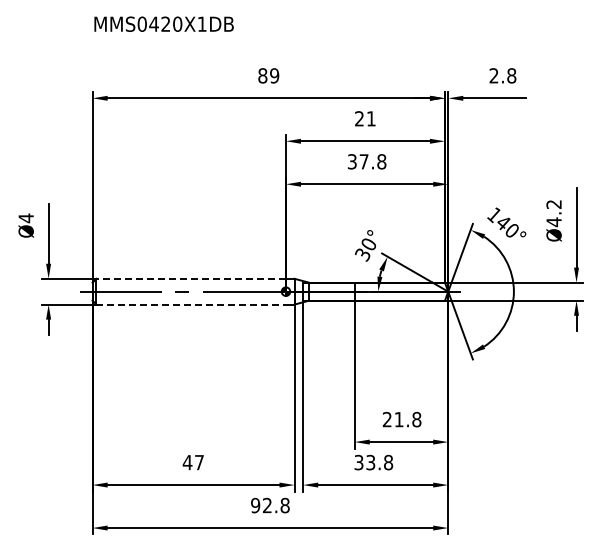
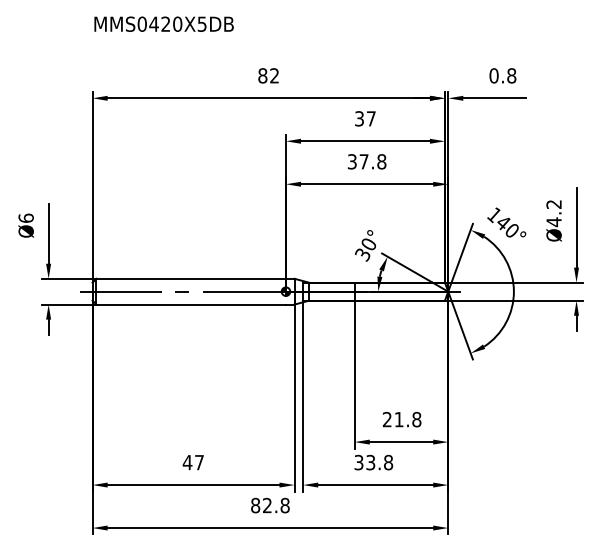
text at (201, 23): MMS0420X1DB -> MMS0420X5DB
text at (274, 75): 89 -> 82
text at (493, 75): 2.8 -> 0.8
text at (365, 118): 21 -> 37
text at (25, 218): Ø4 -> Ø6
line at (191, 278): dashed -> solid
line at (191, 304): dashed -> solid
text at (255, 505): 92.8 -> 82.8
